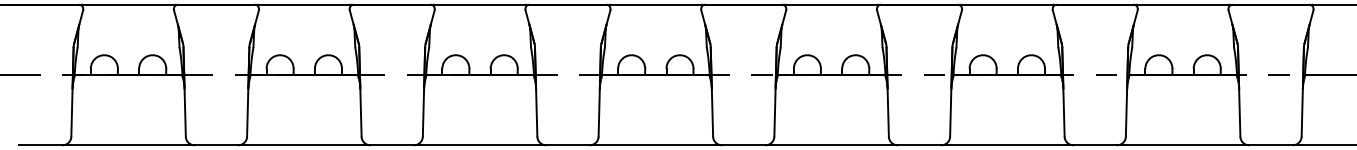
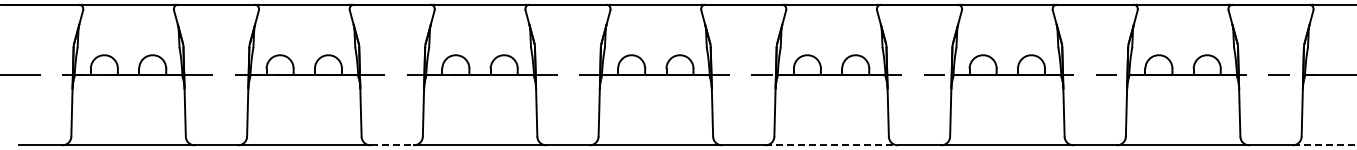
line at (392, 145): solid -> dashed
line at (832, 145): solid -> dashed
line at (1324, 145): solid -> dashed
